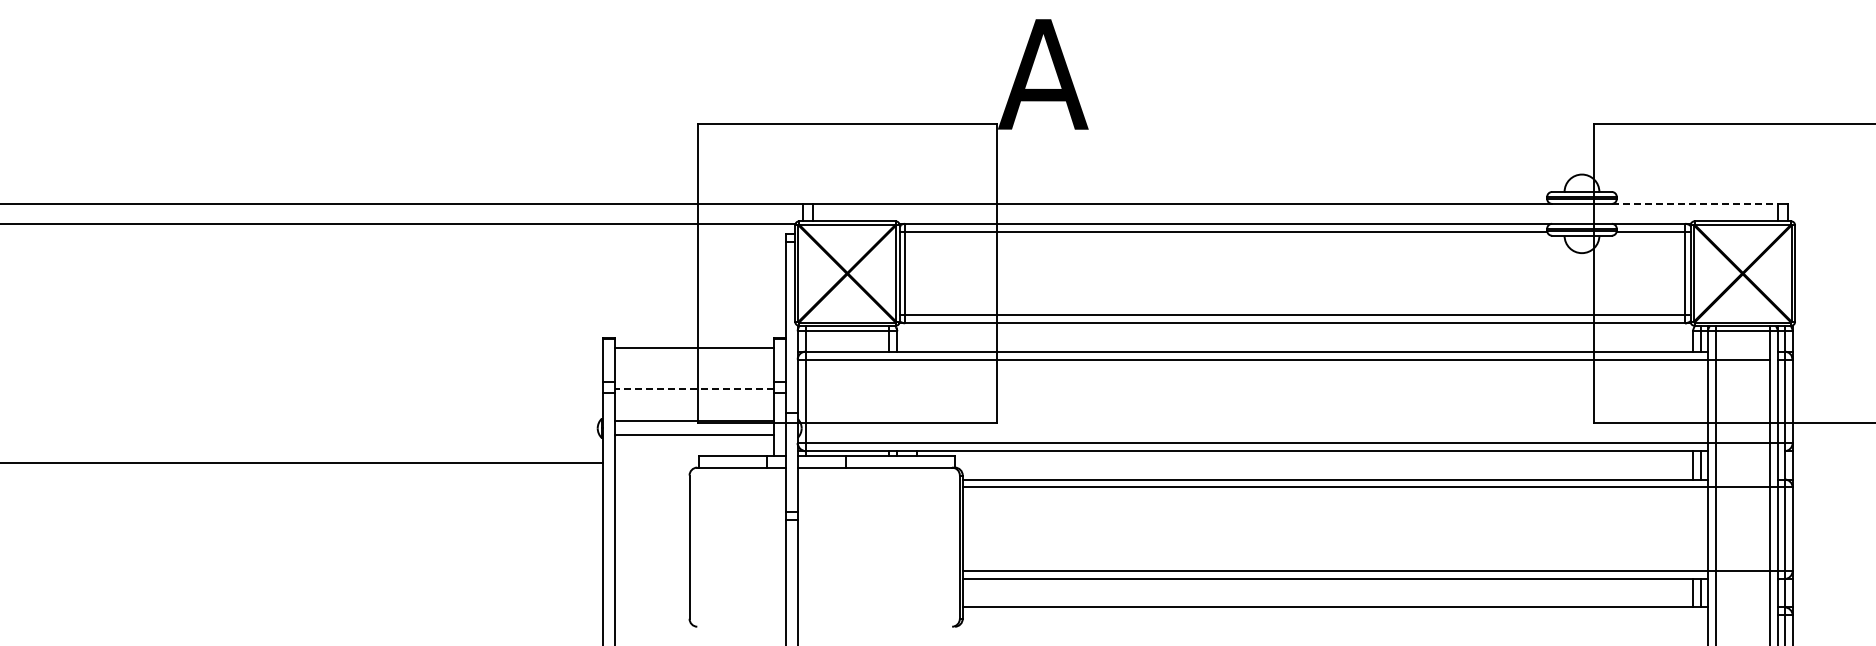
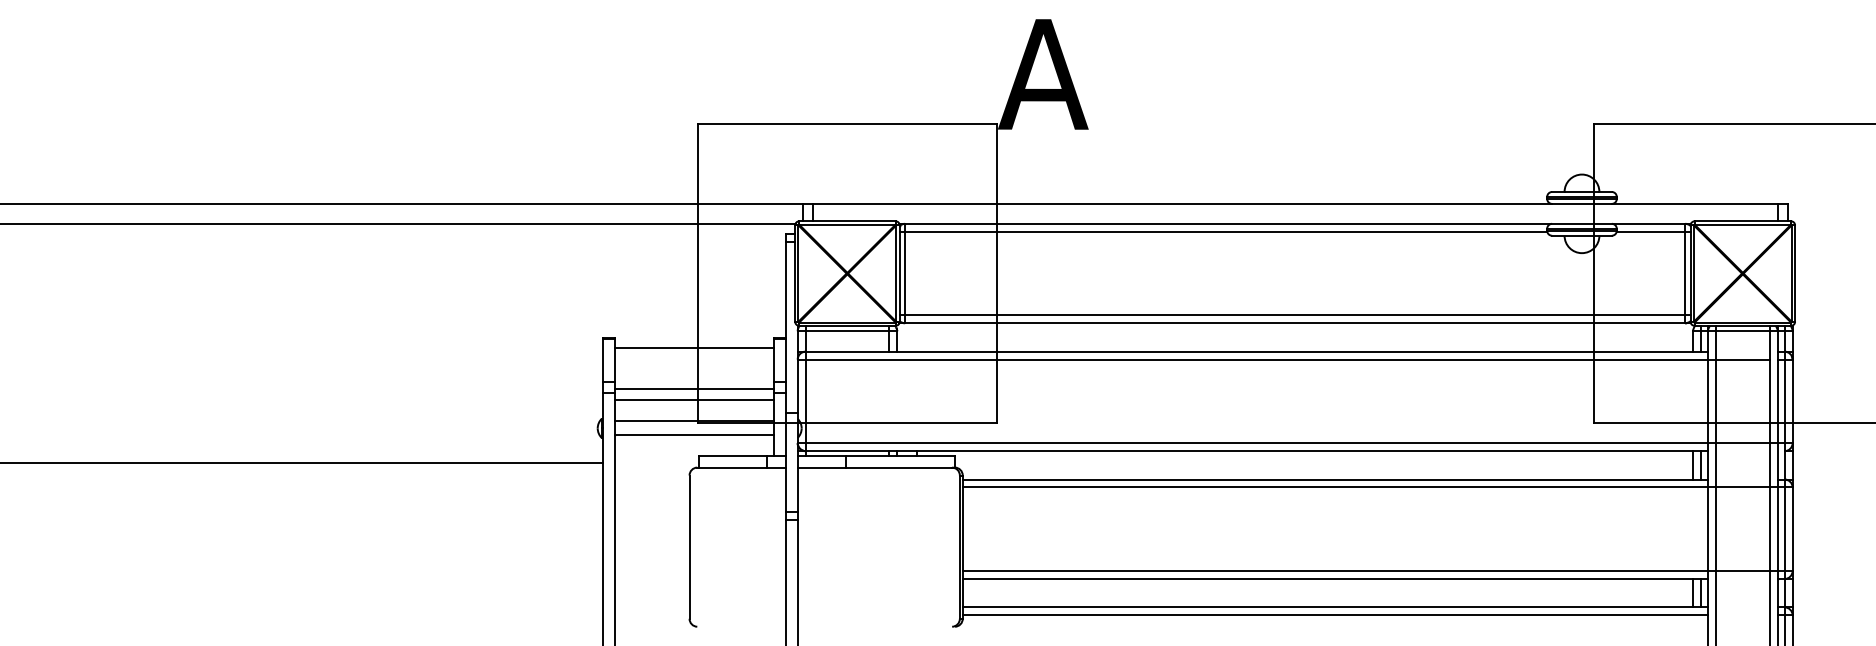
line at (1694, 203): dashed -> solid
line at (694, 389): dashed -> solid
line at (693, 399): none -> present
line at (1335, 615): none -> present
